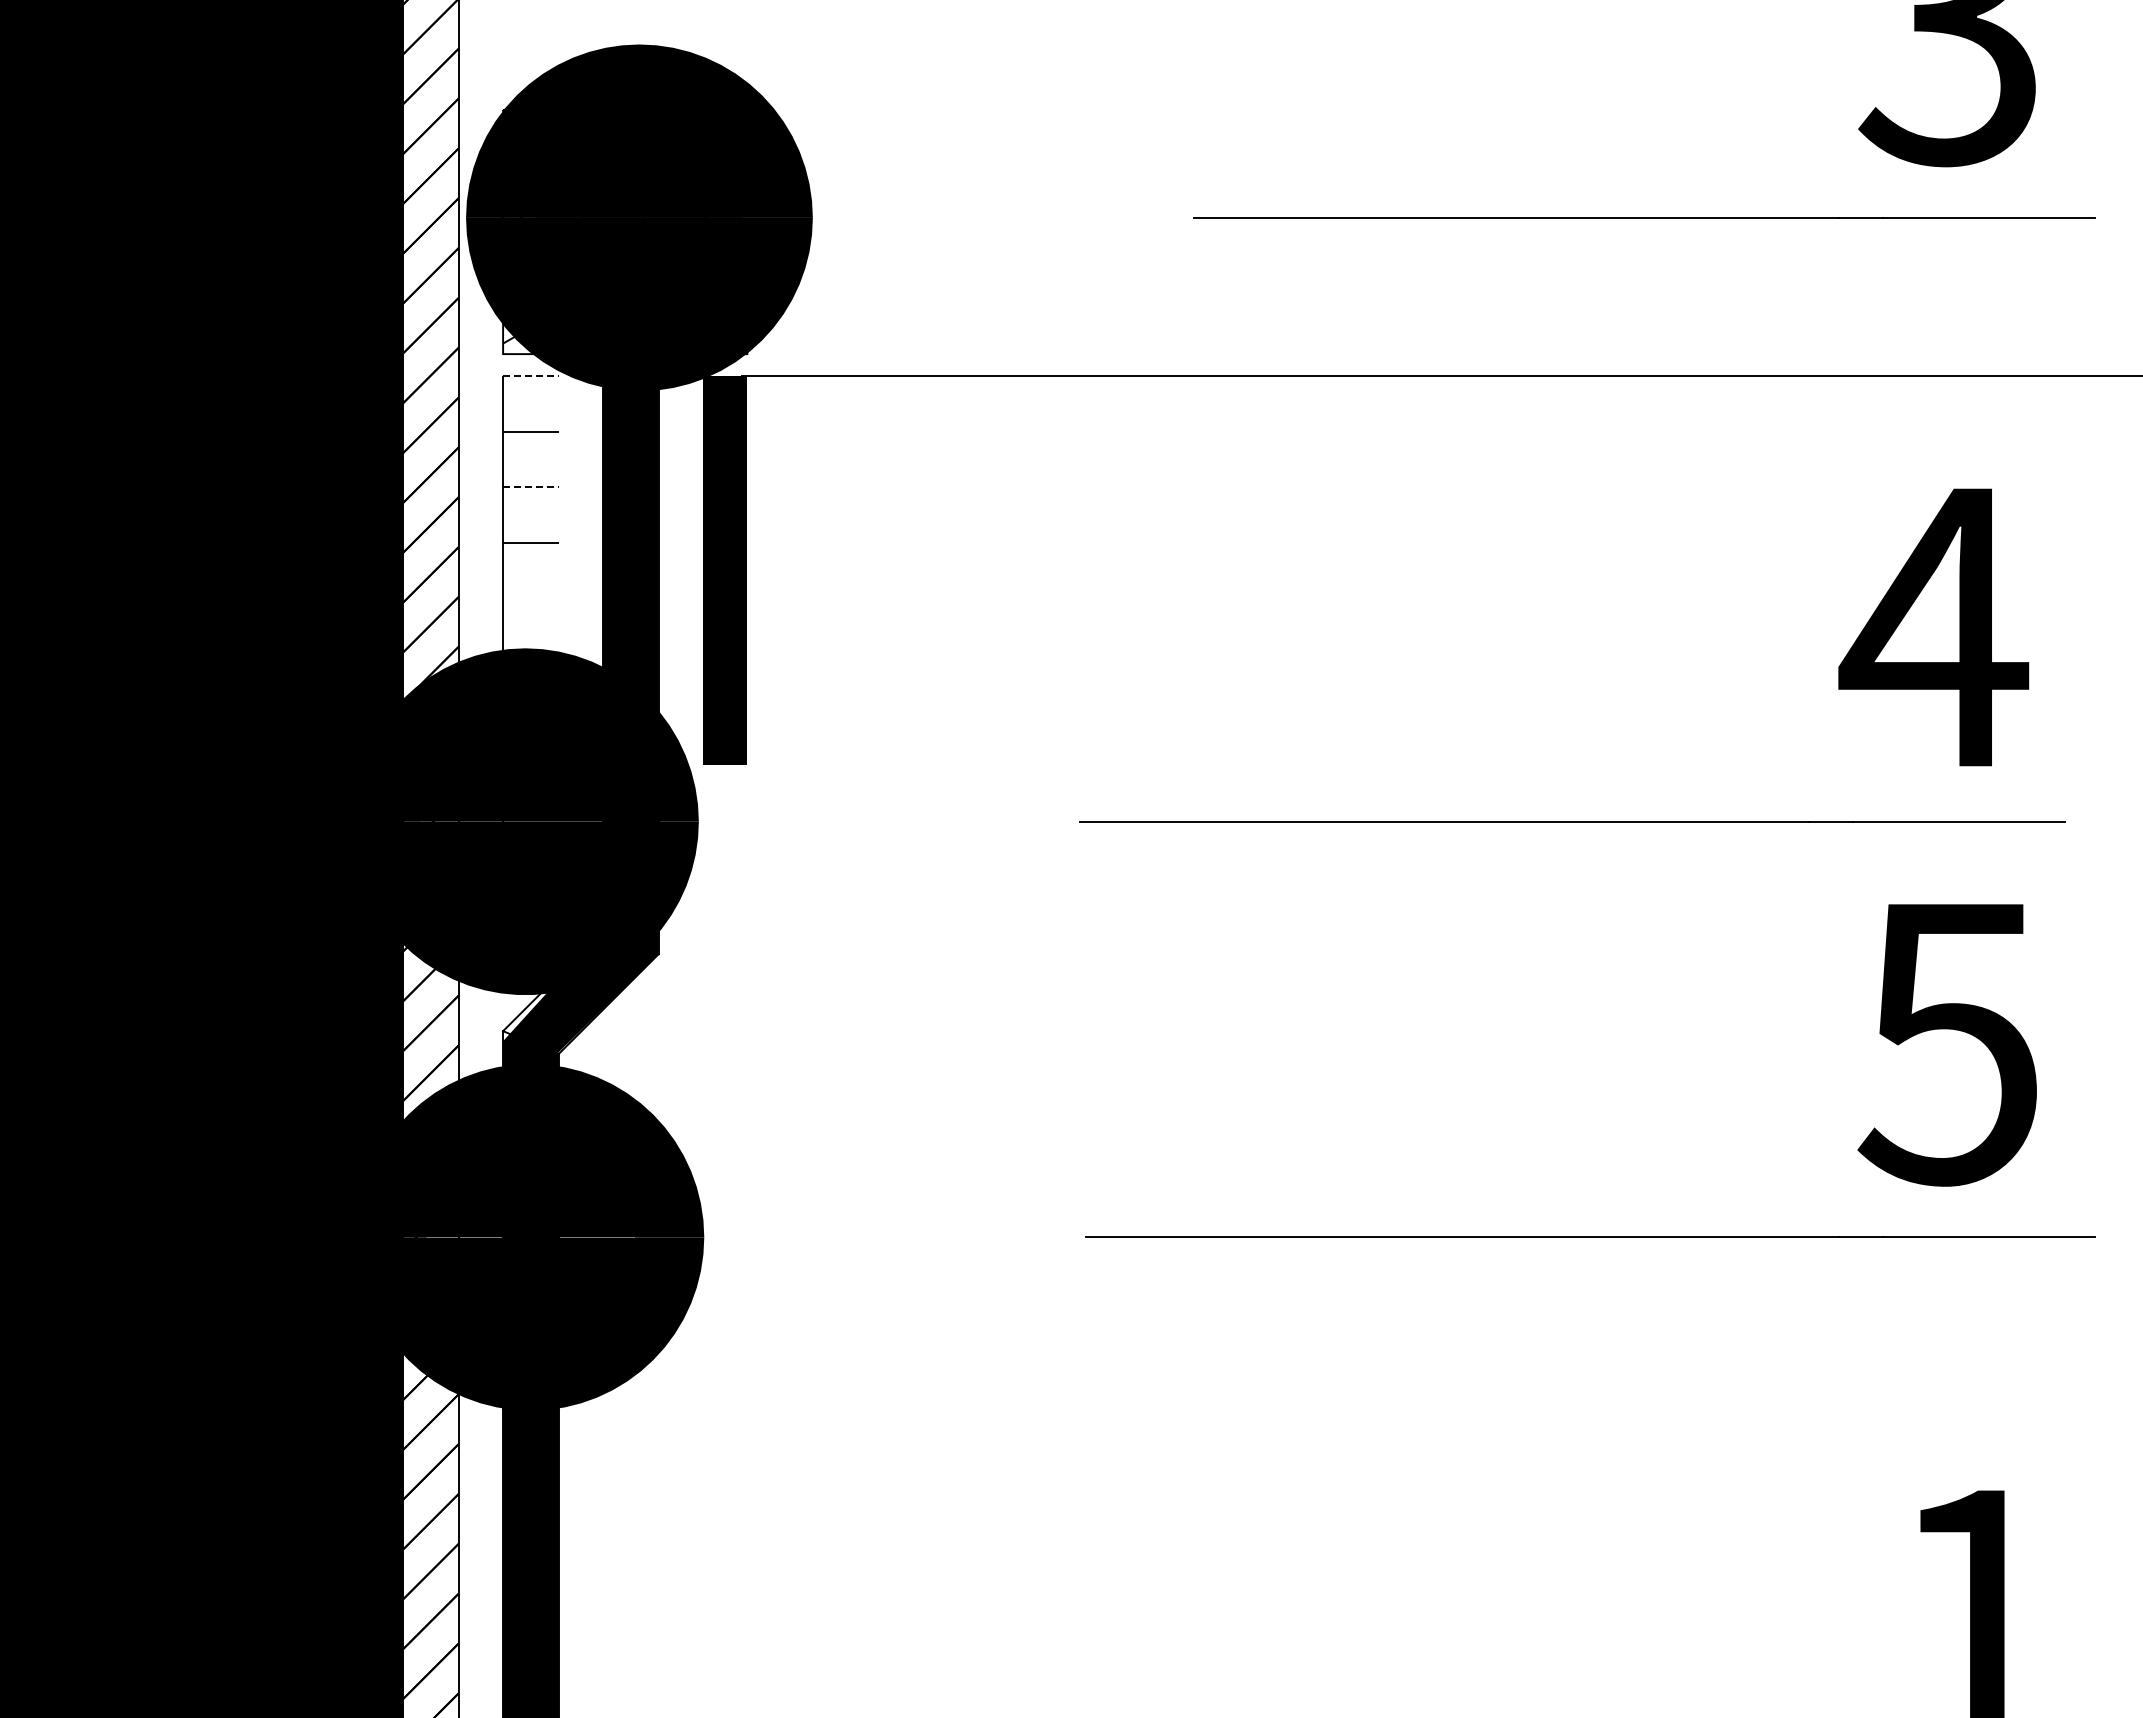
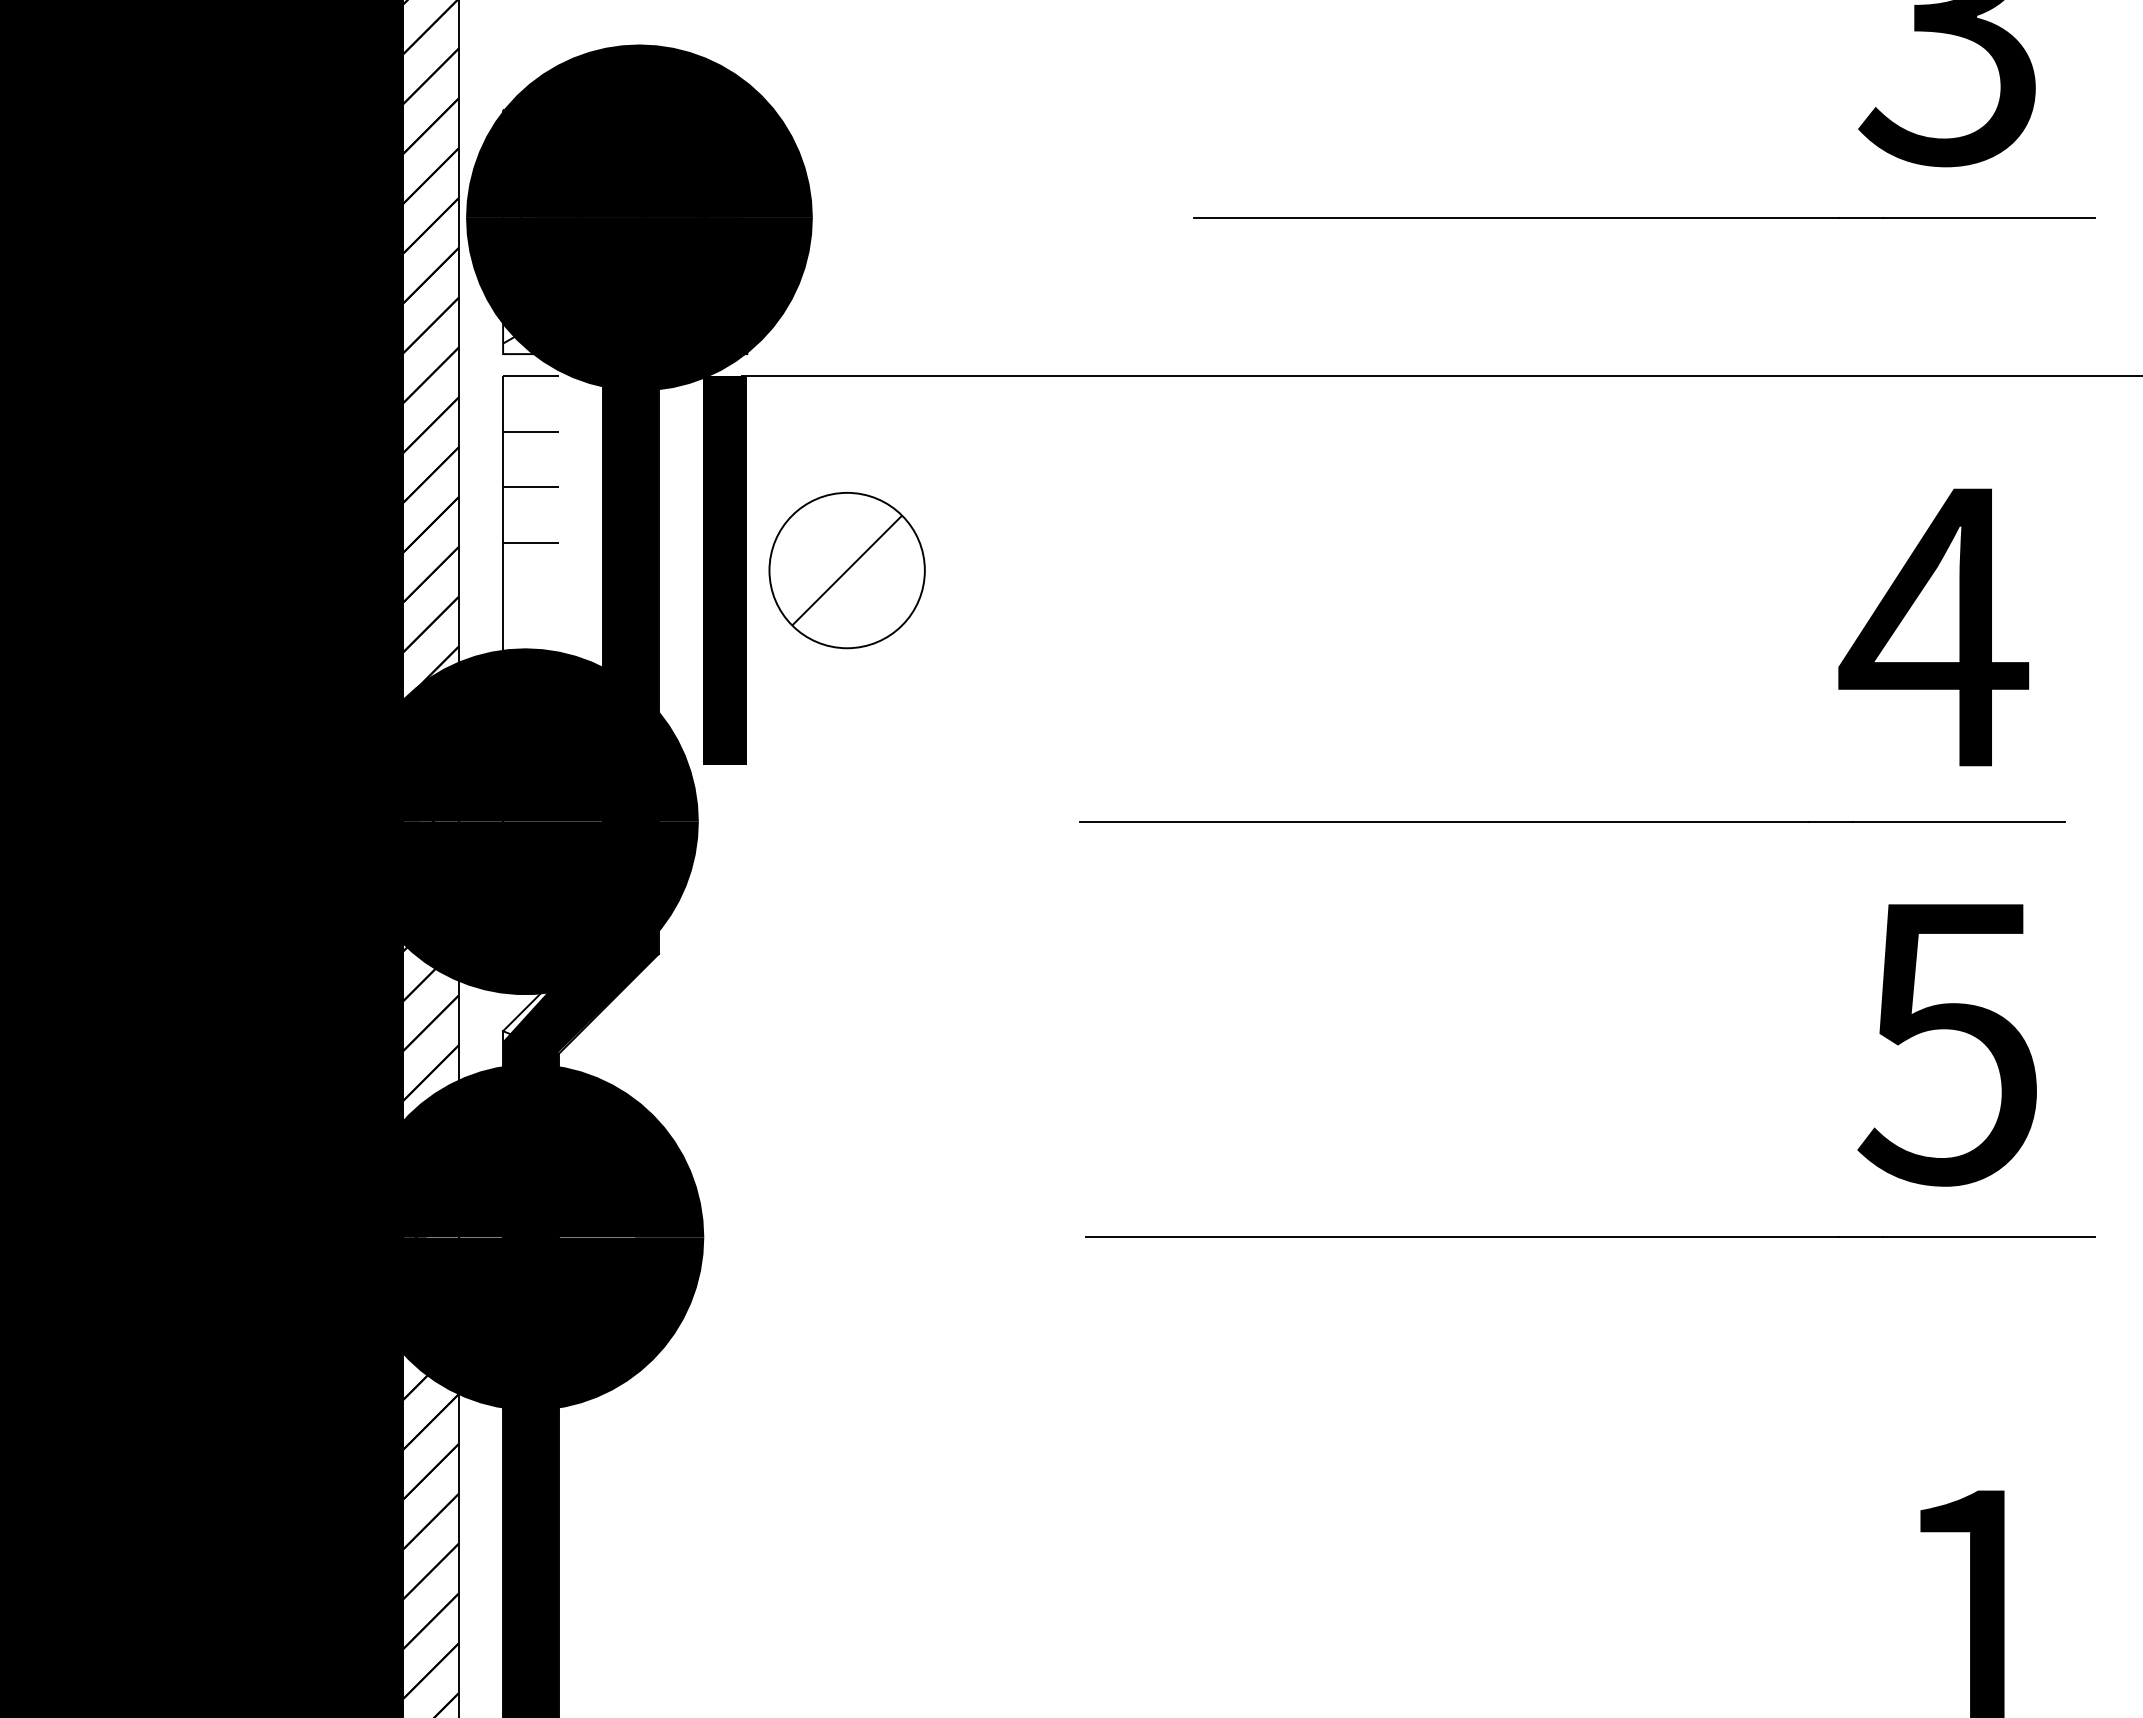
line at (530, 376): dashed -> solid
line at (530, 487): dashed -> solid
part at (846, 570): none -> present
